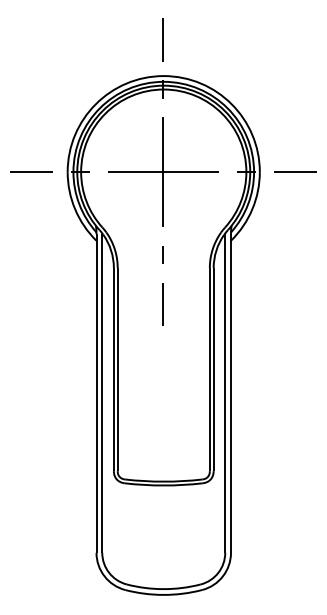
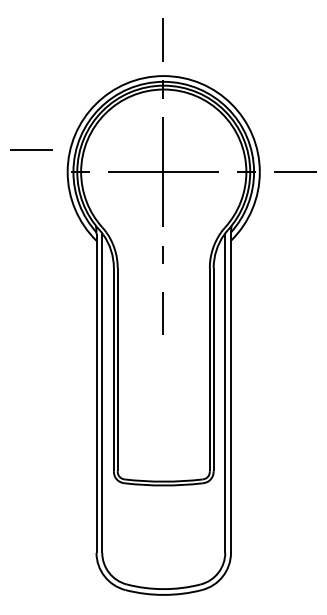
line at (31, 171) position: (31, 171) -> (31, 149)
line at (162, 304) position: (162, 304) -> (162, 313)
